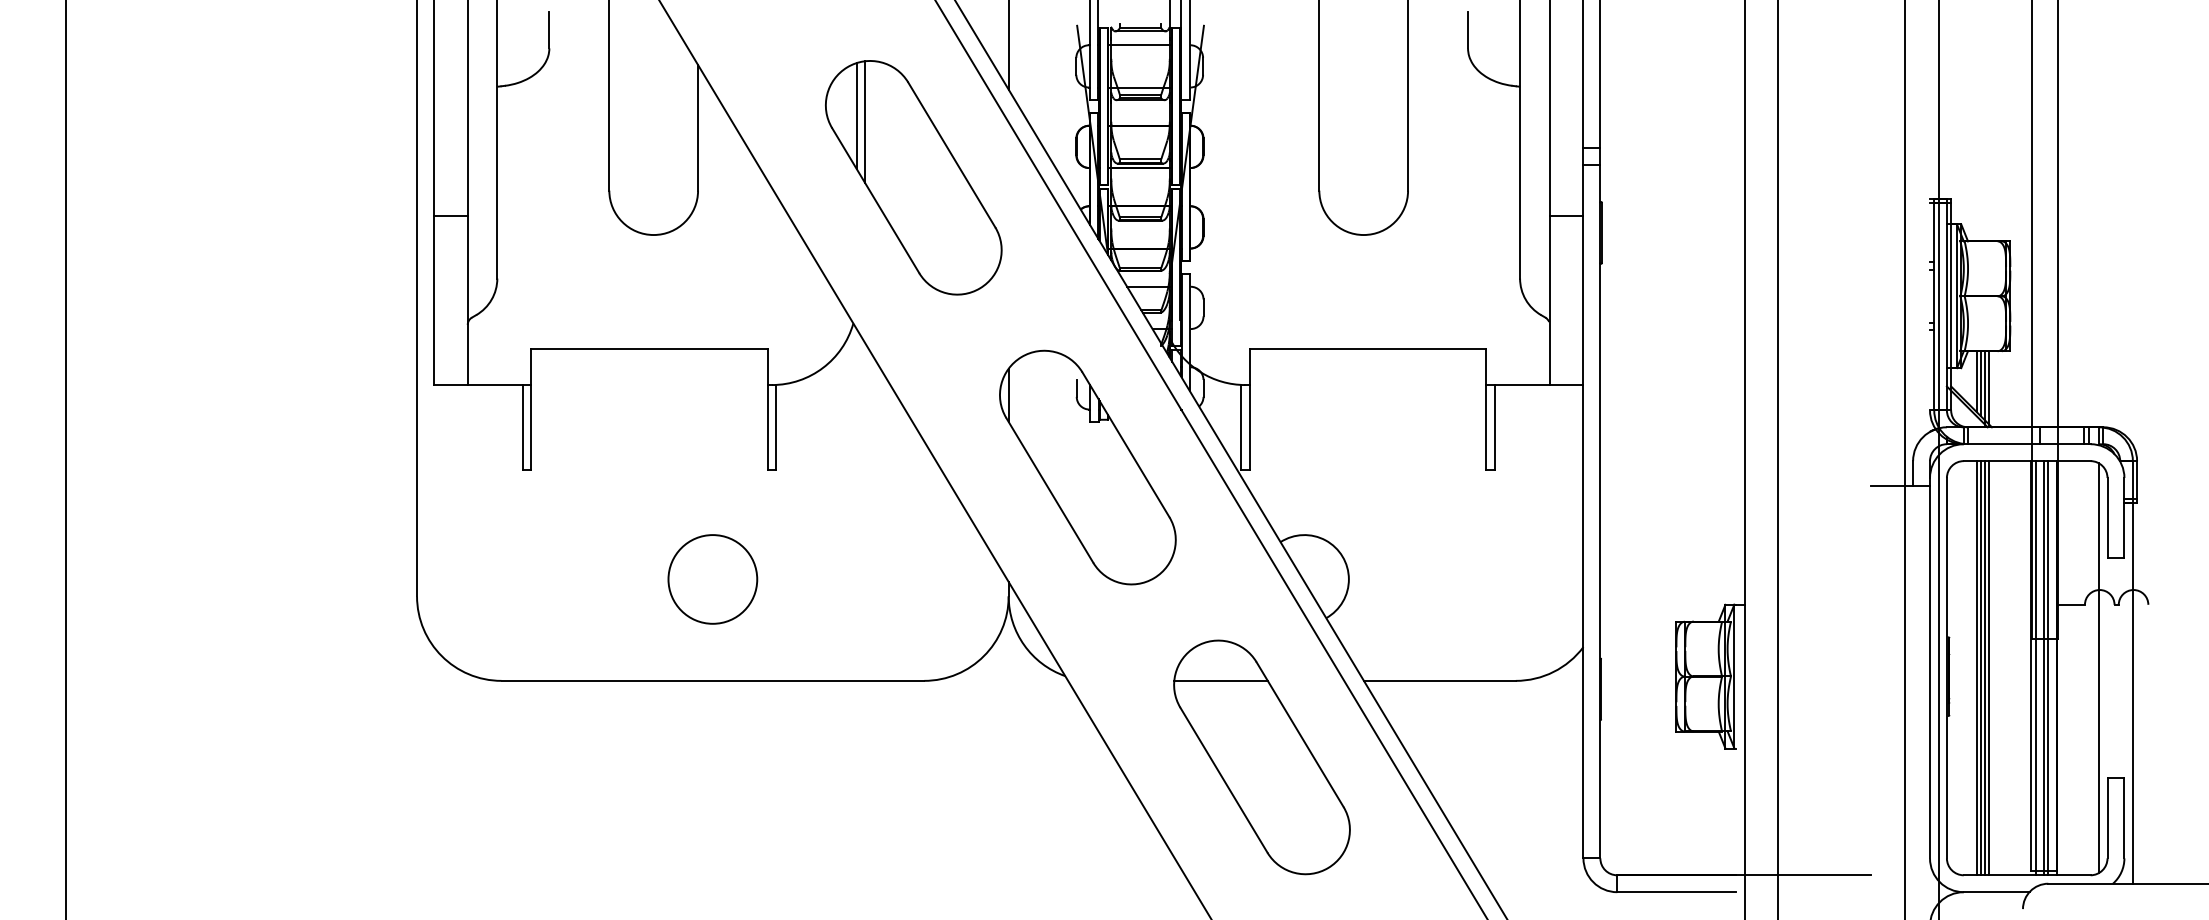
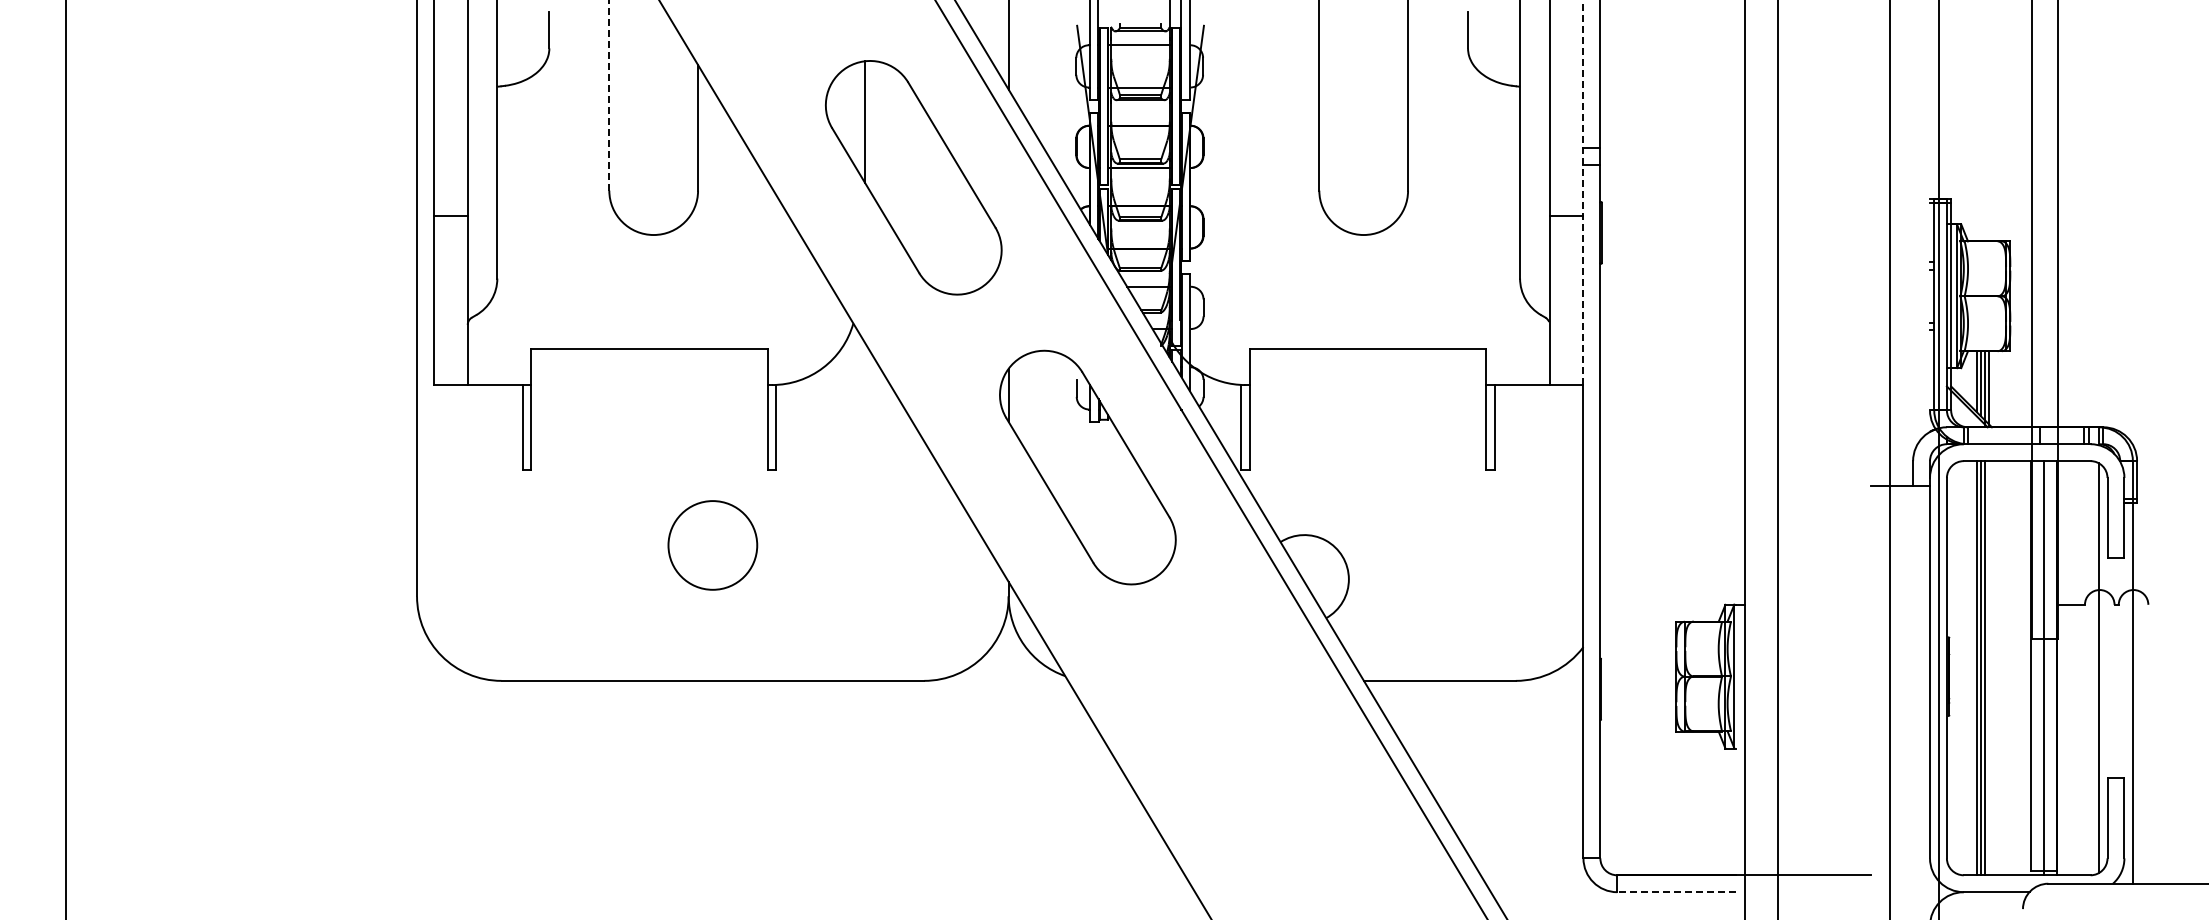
line at (609, 94): solid -> dashed
line at (856, 115): present -> none
line at (1583, 192): solid -> dashed
line at (1905, 459) position: (1905, 459) -> (1890, 459)
circle at (712, 579) position: (712, 579) -> (712, 545)
line at (1989, 668): present -> none
line at (2035, 668): present -> none
line at (2048, 668): present -> none
part at (1261, 757): present -> none
line at (1675, 892): solid -> dashed
